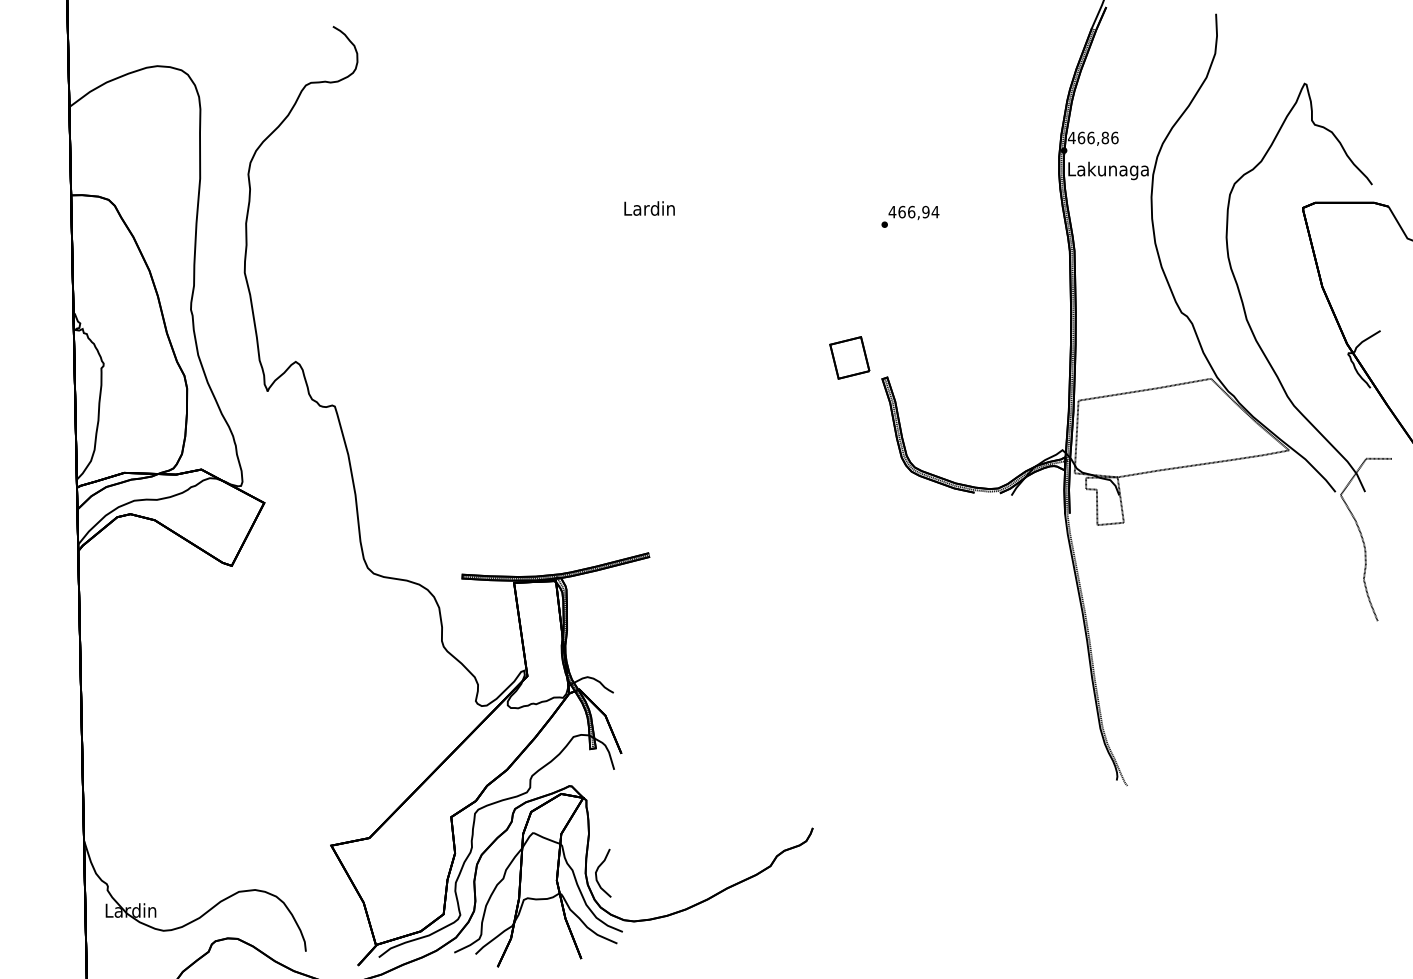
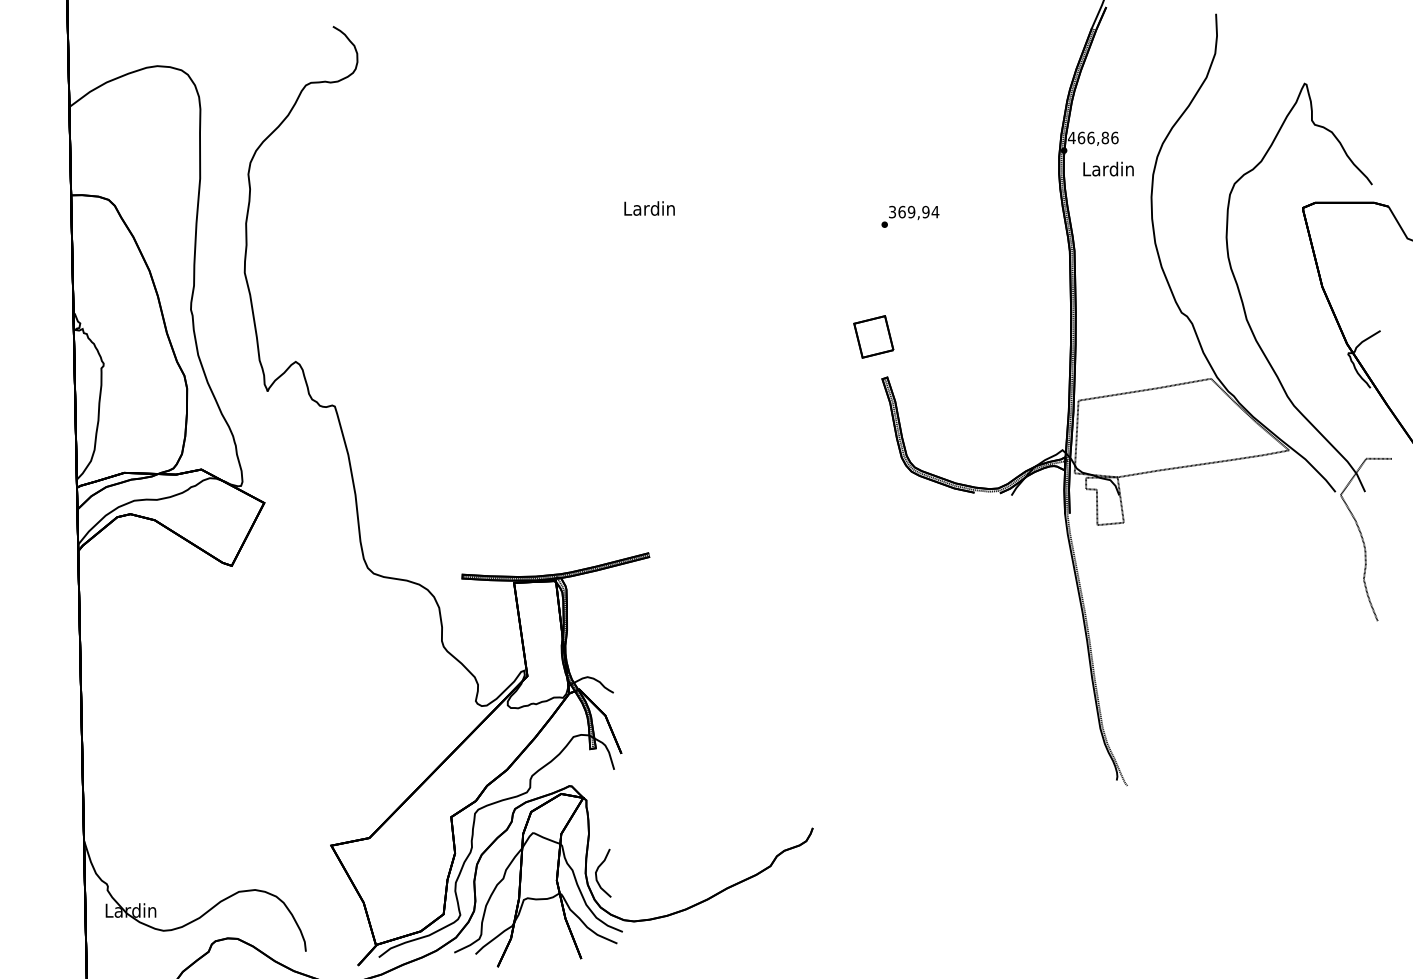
text at (1108, 170): Lakunaga -> Lardin
text at (901, 211): 466,94 -> 369,94
part at (849, 357) position: (849, 357) -> (873, 336)
